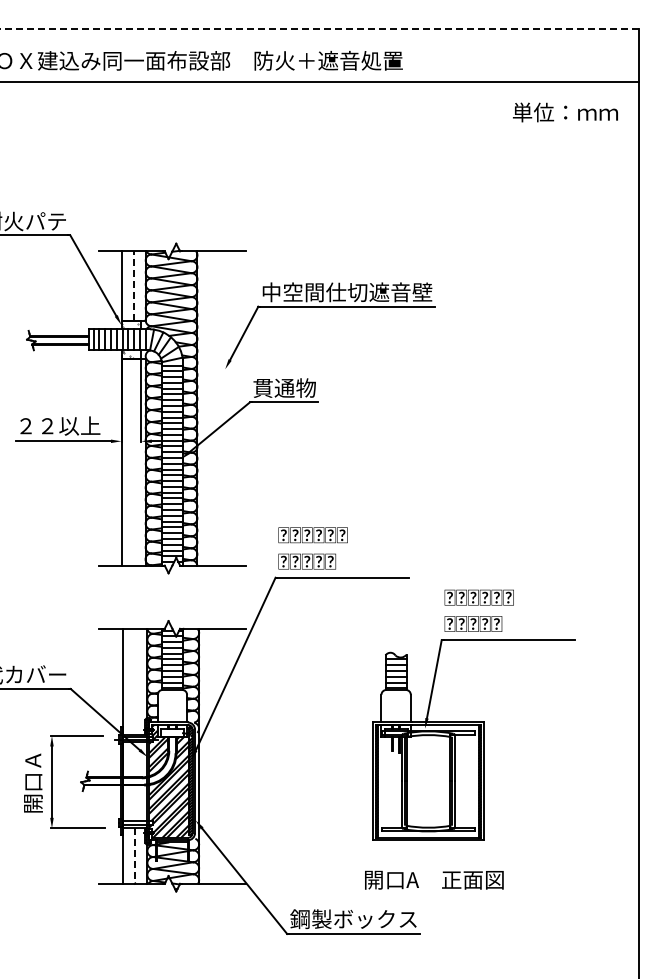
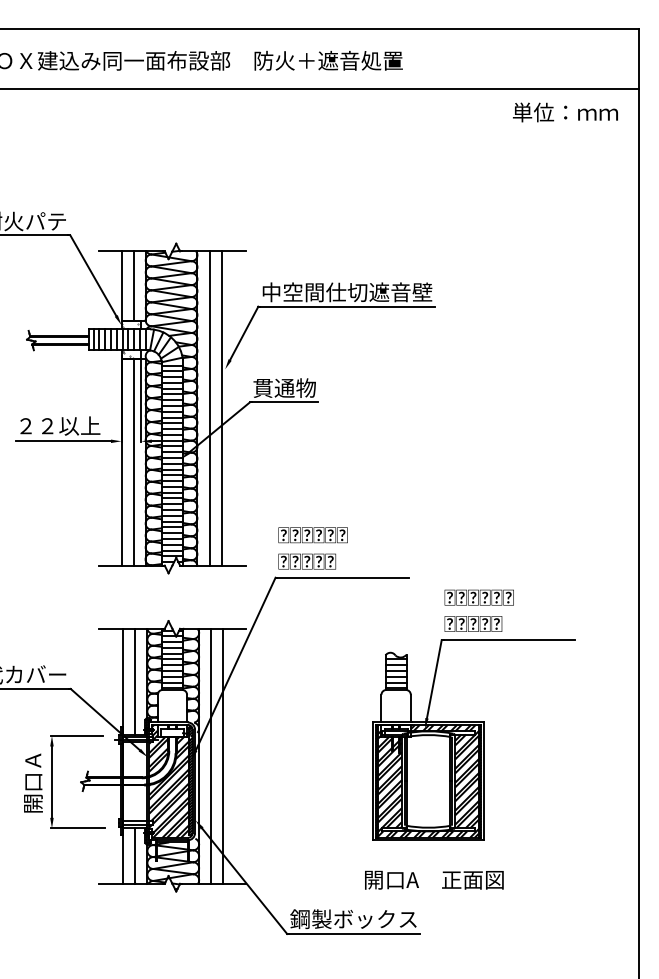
line at (319, 29): dashed -> solid
line at (320, 82) position: (320, 82) -> (320, 89)
line at (133, 286): dashed -> solid
line at (209, 408): none -> present
line at (221, 408): none -> present
line at (133, 462): none -> present
line at (135, 681): none -> present
line at (211, 755): none -> present
line at (223, 755): none -> present
hatch at (428, 780): none -> present
line at (135, 855): dashed -> solid
